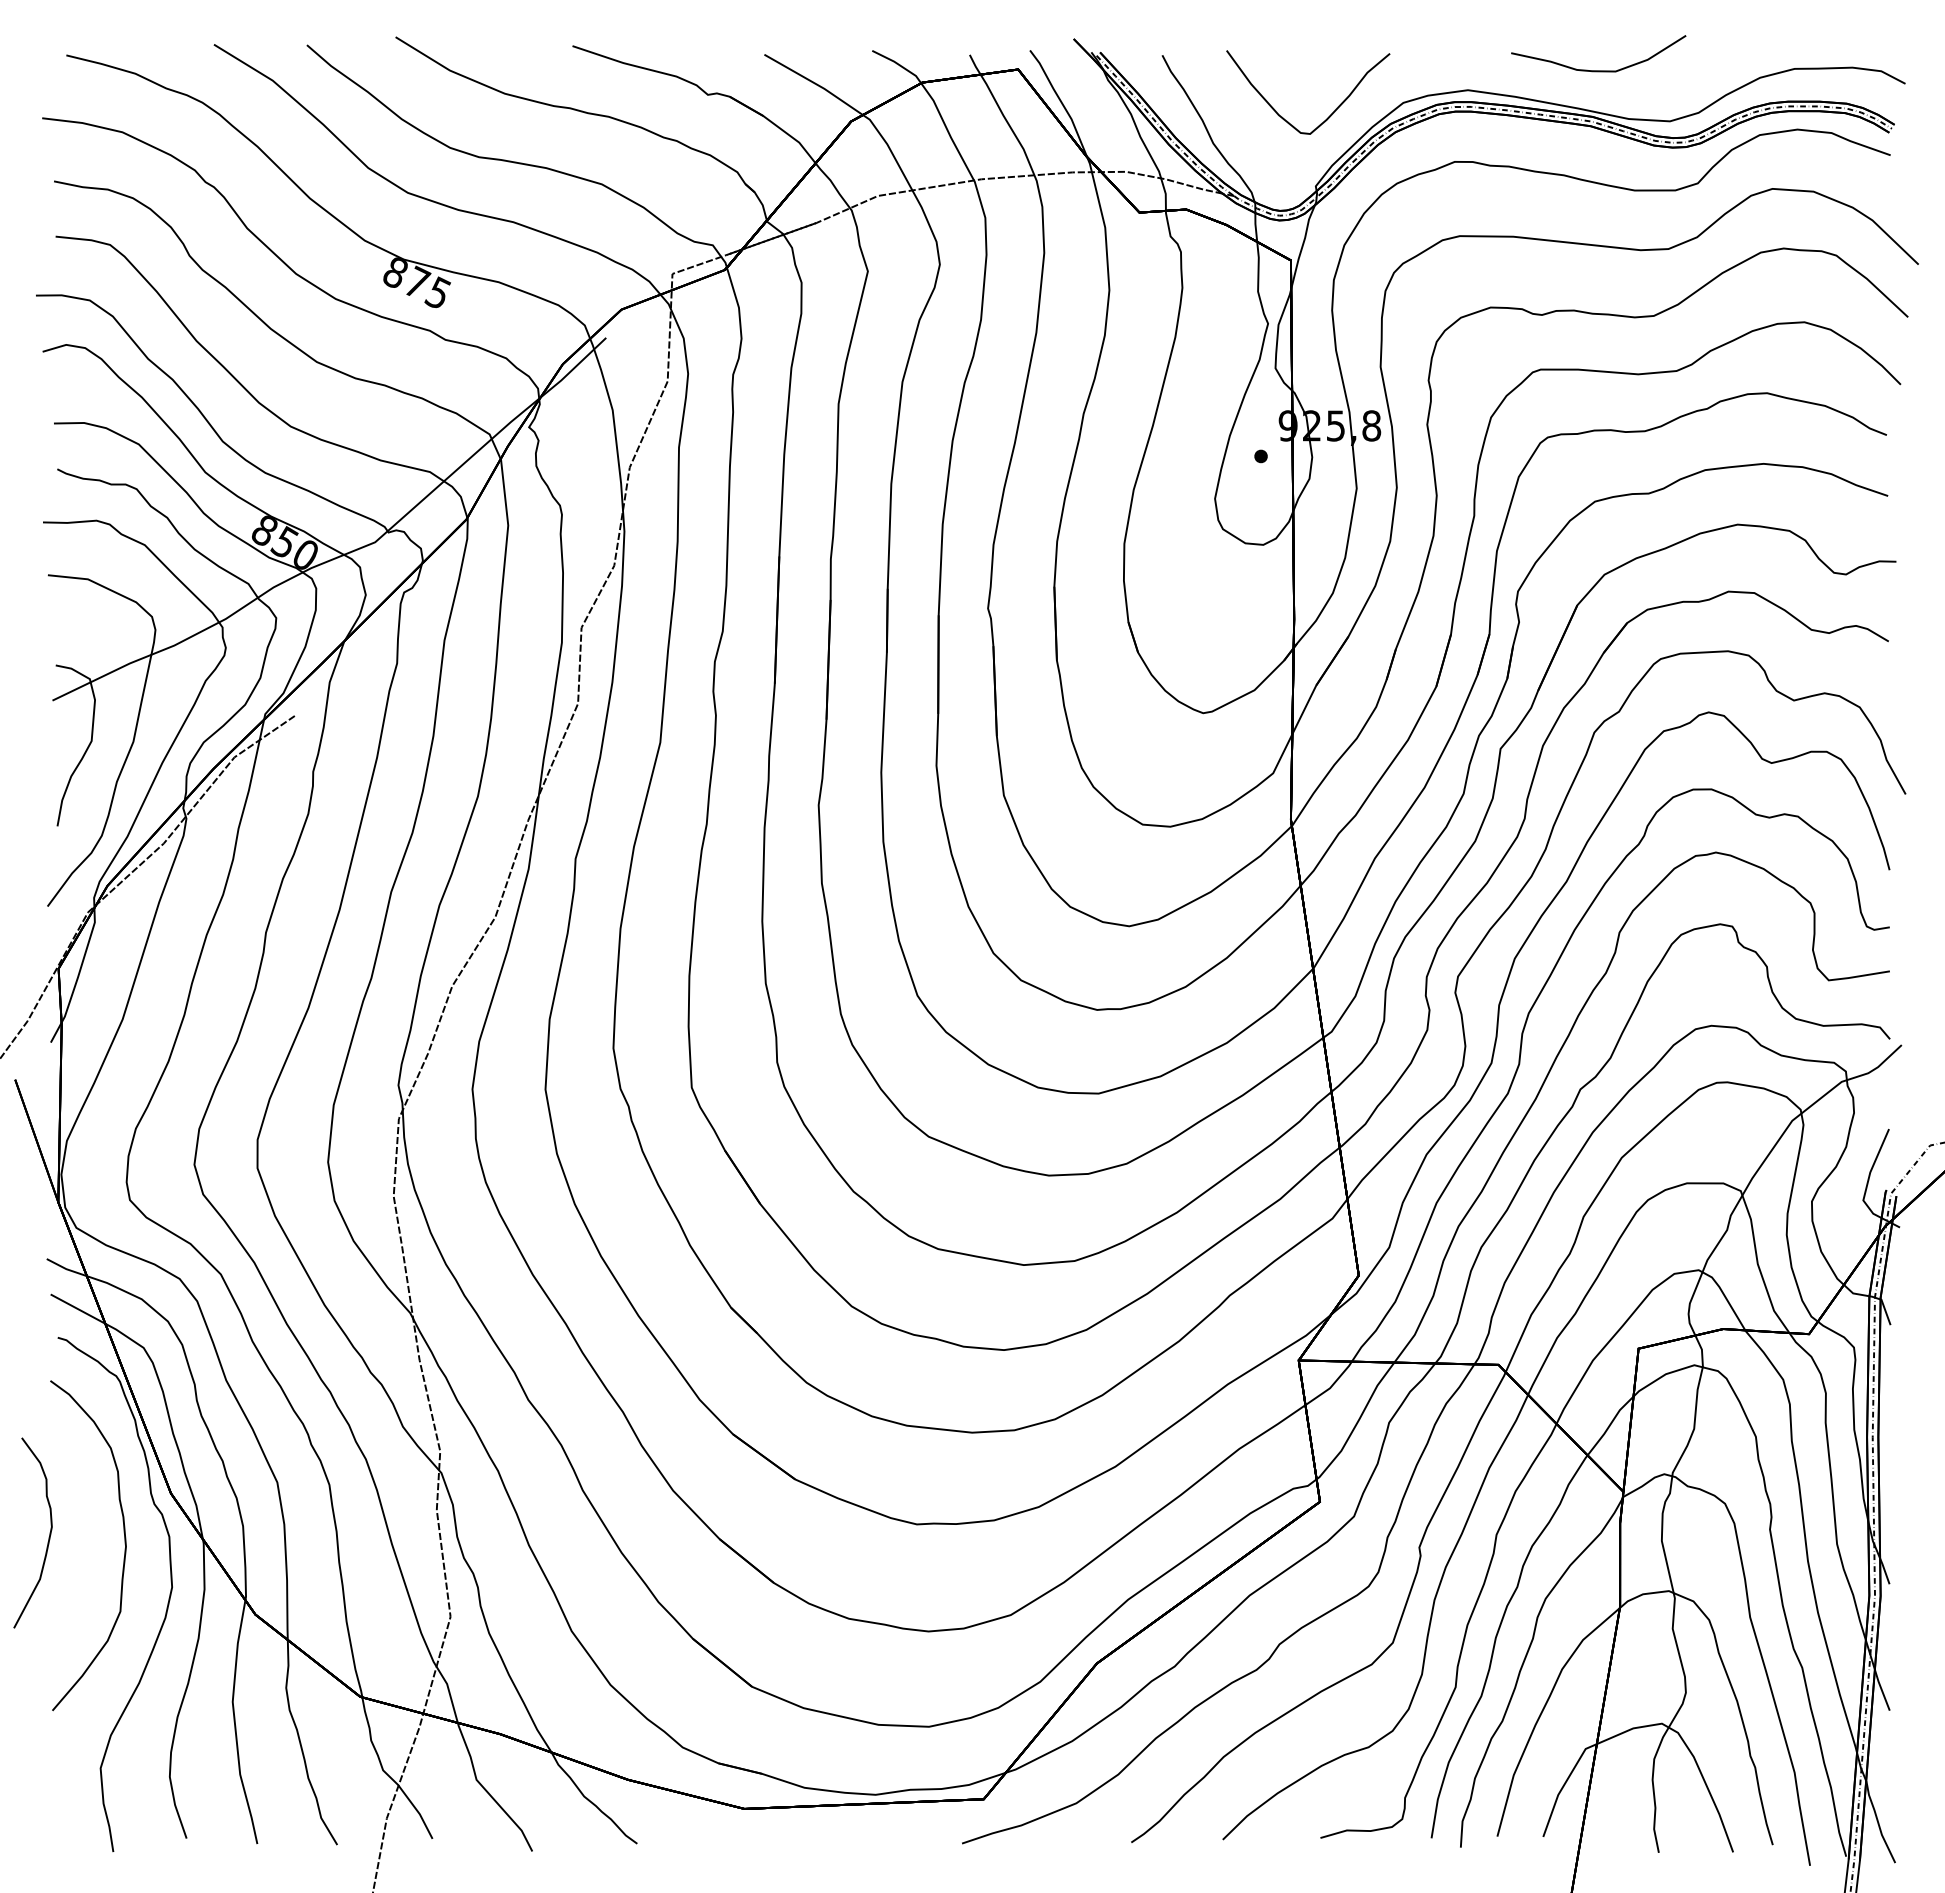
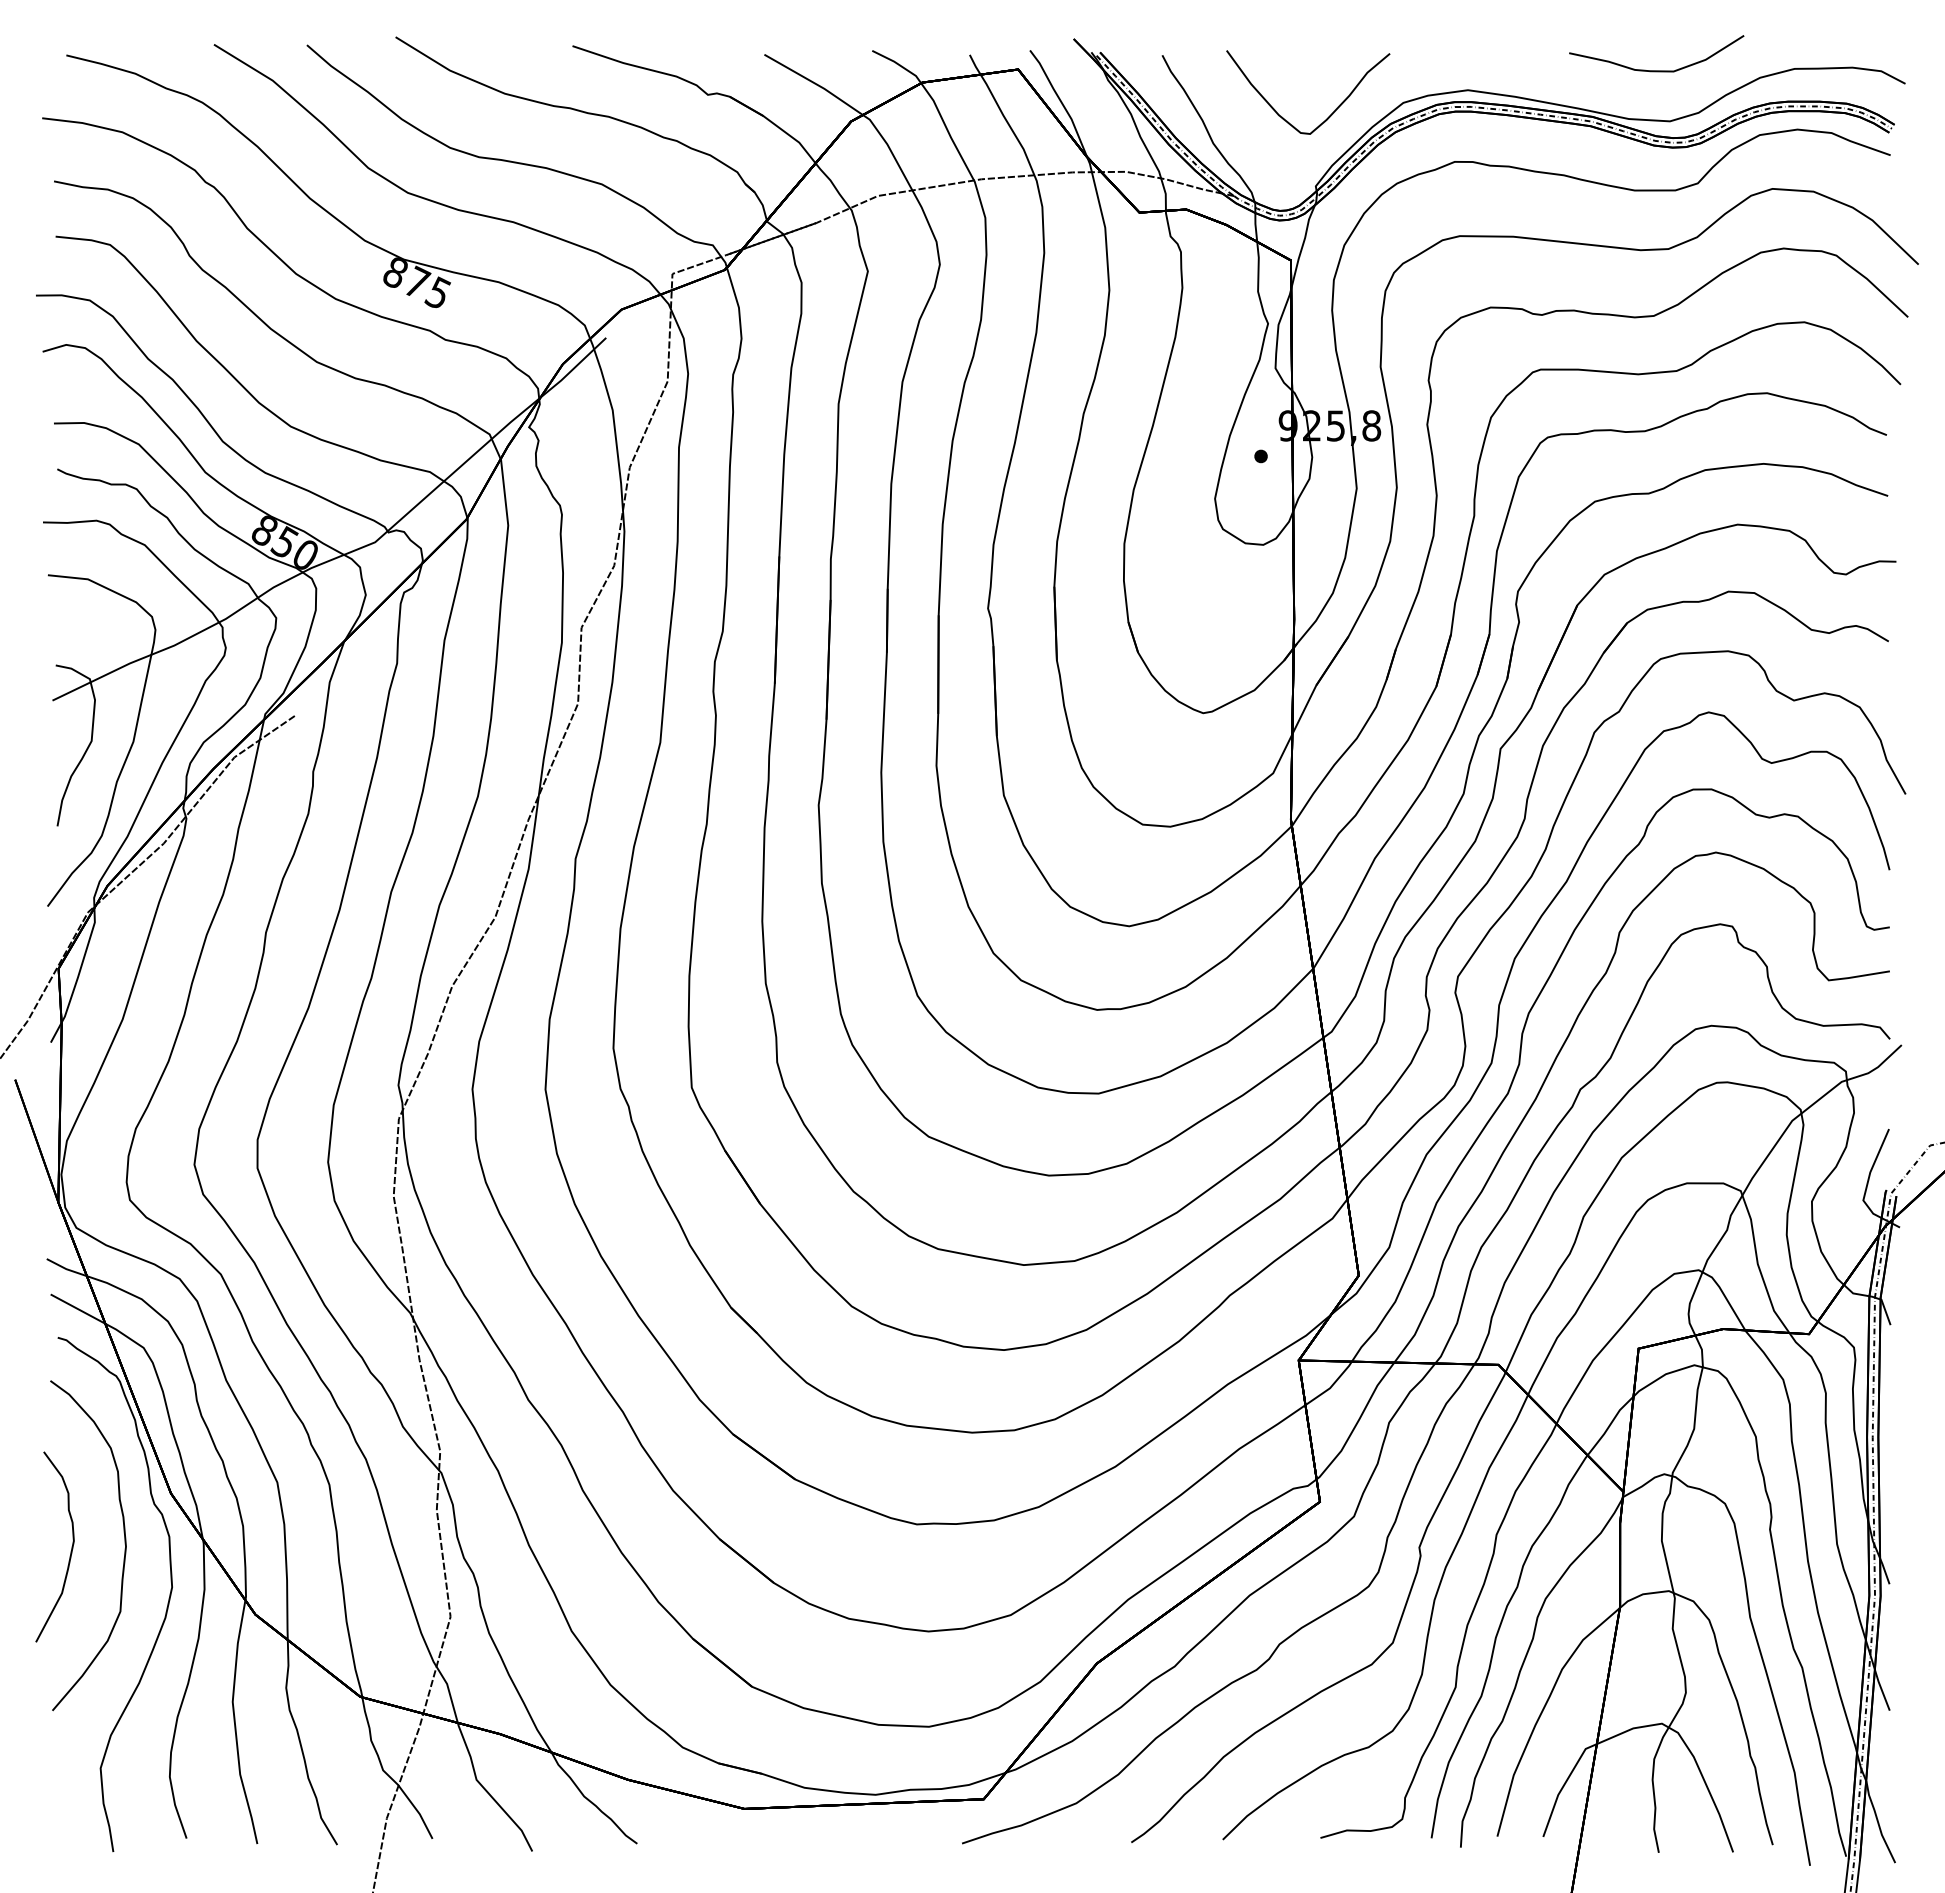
curve at (1598, 70) position: (1598, 70) -> (1656, 70)
curve at (48, 1537) position: (48, 1537) -> (70, 1551)
